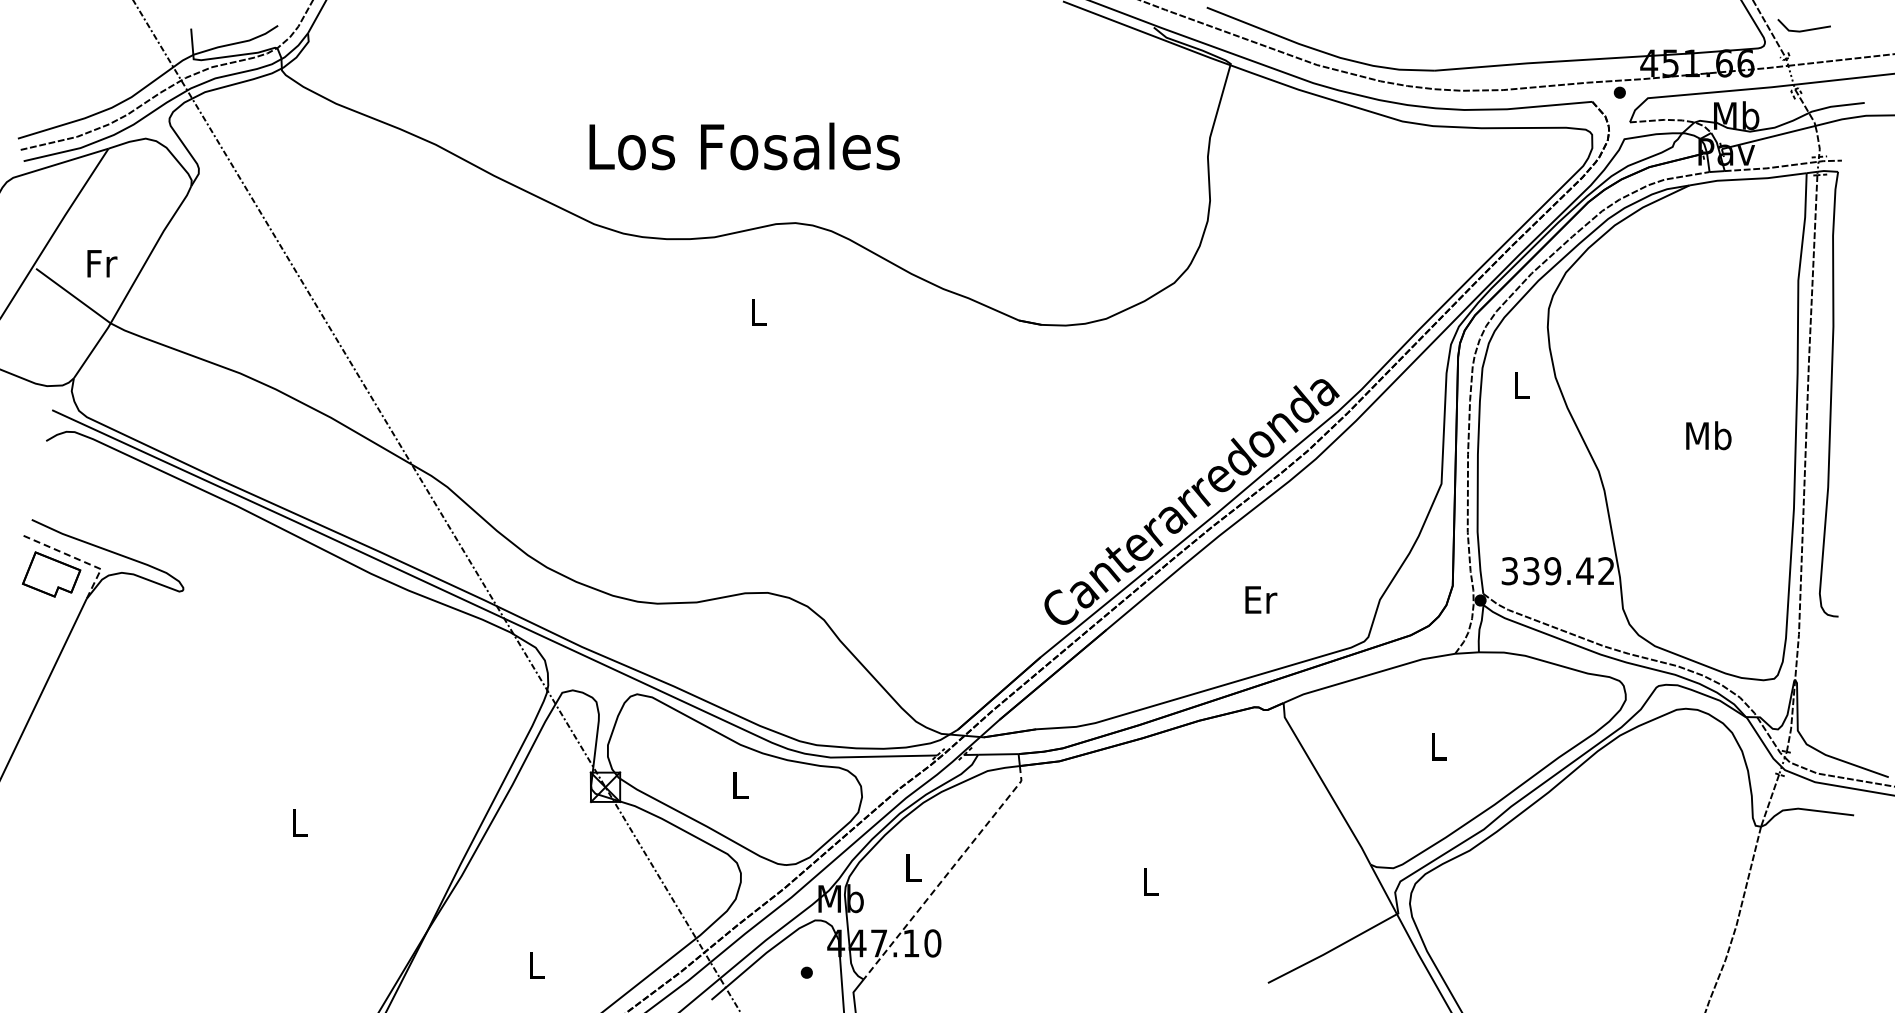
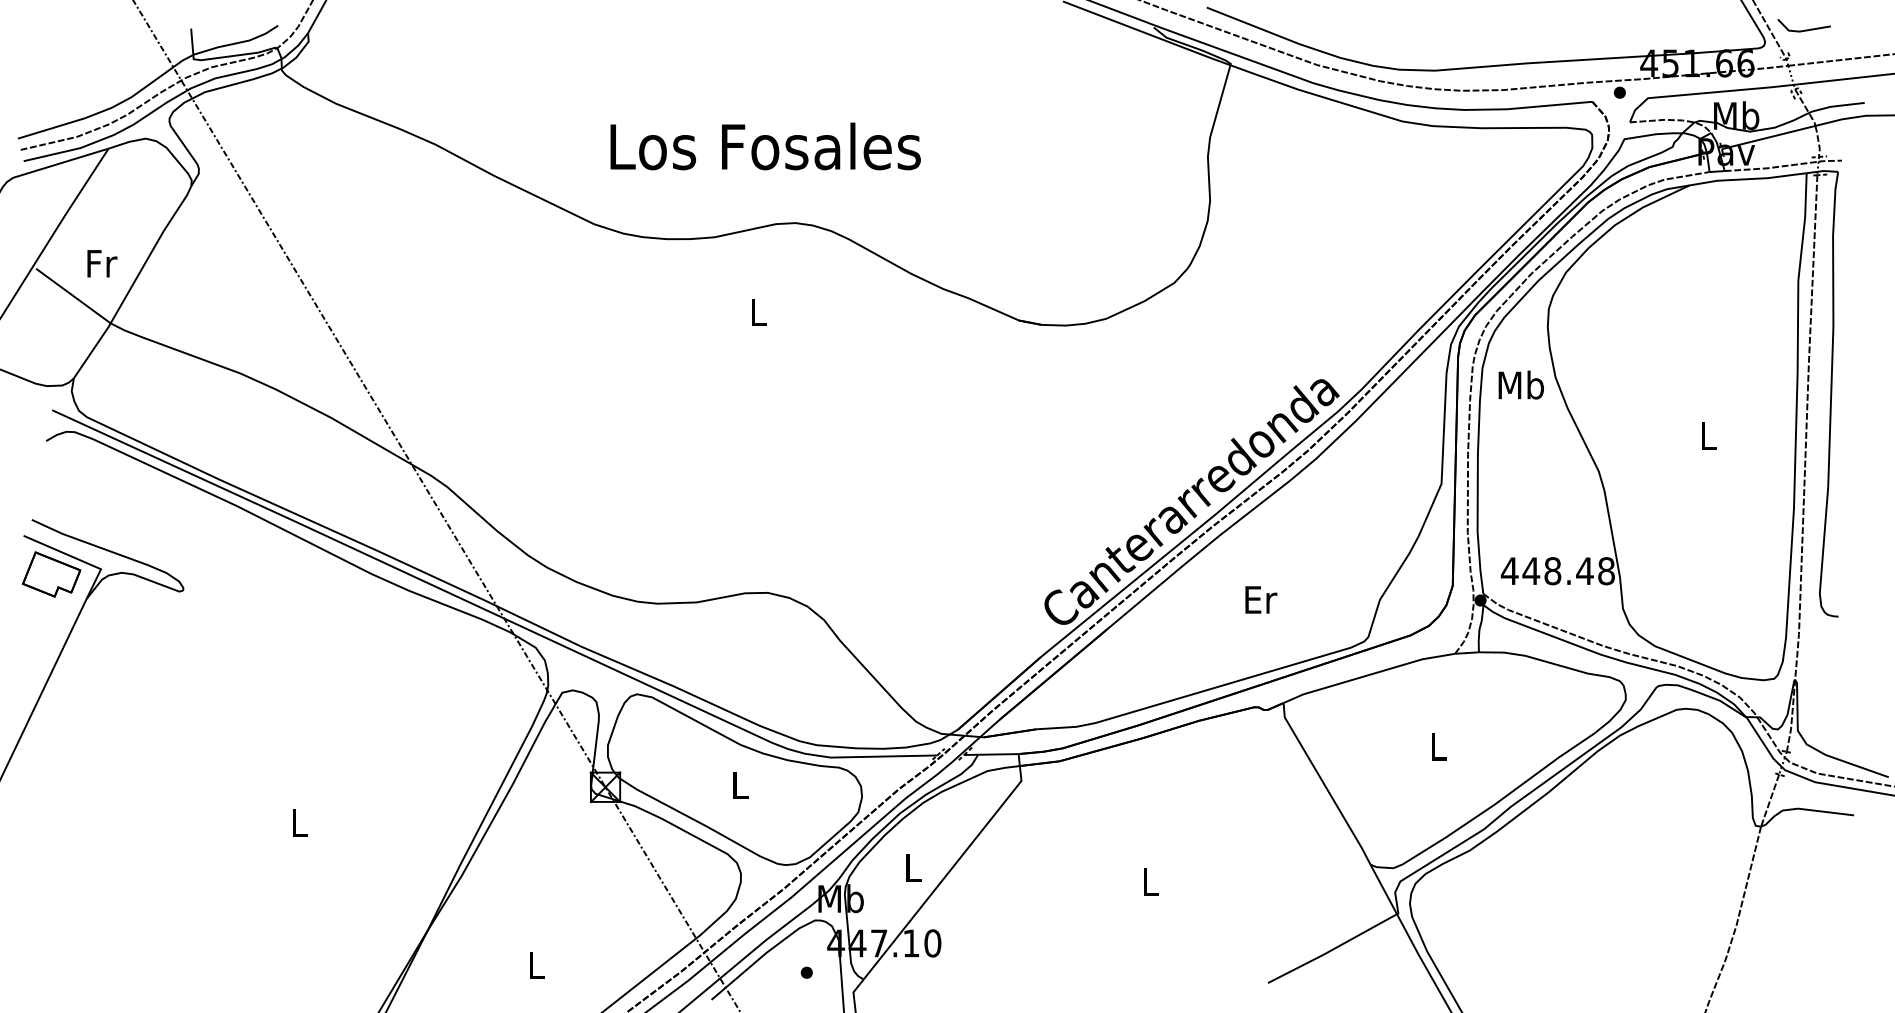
text at (744, 146) position: (744, 146) -> (765, 146)
text at (1520, 384): L -> Mb
text at (1708, 435): Mb -> L
line at (78, 559): dashed -> solid
text at (1557, 571): 339.42 -> 448.48
line at (947, 873): dashed -> solid
